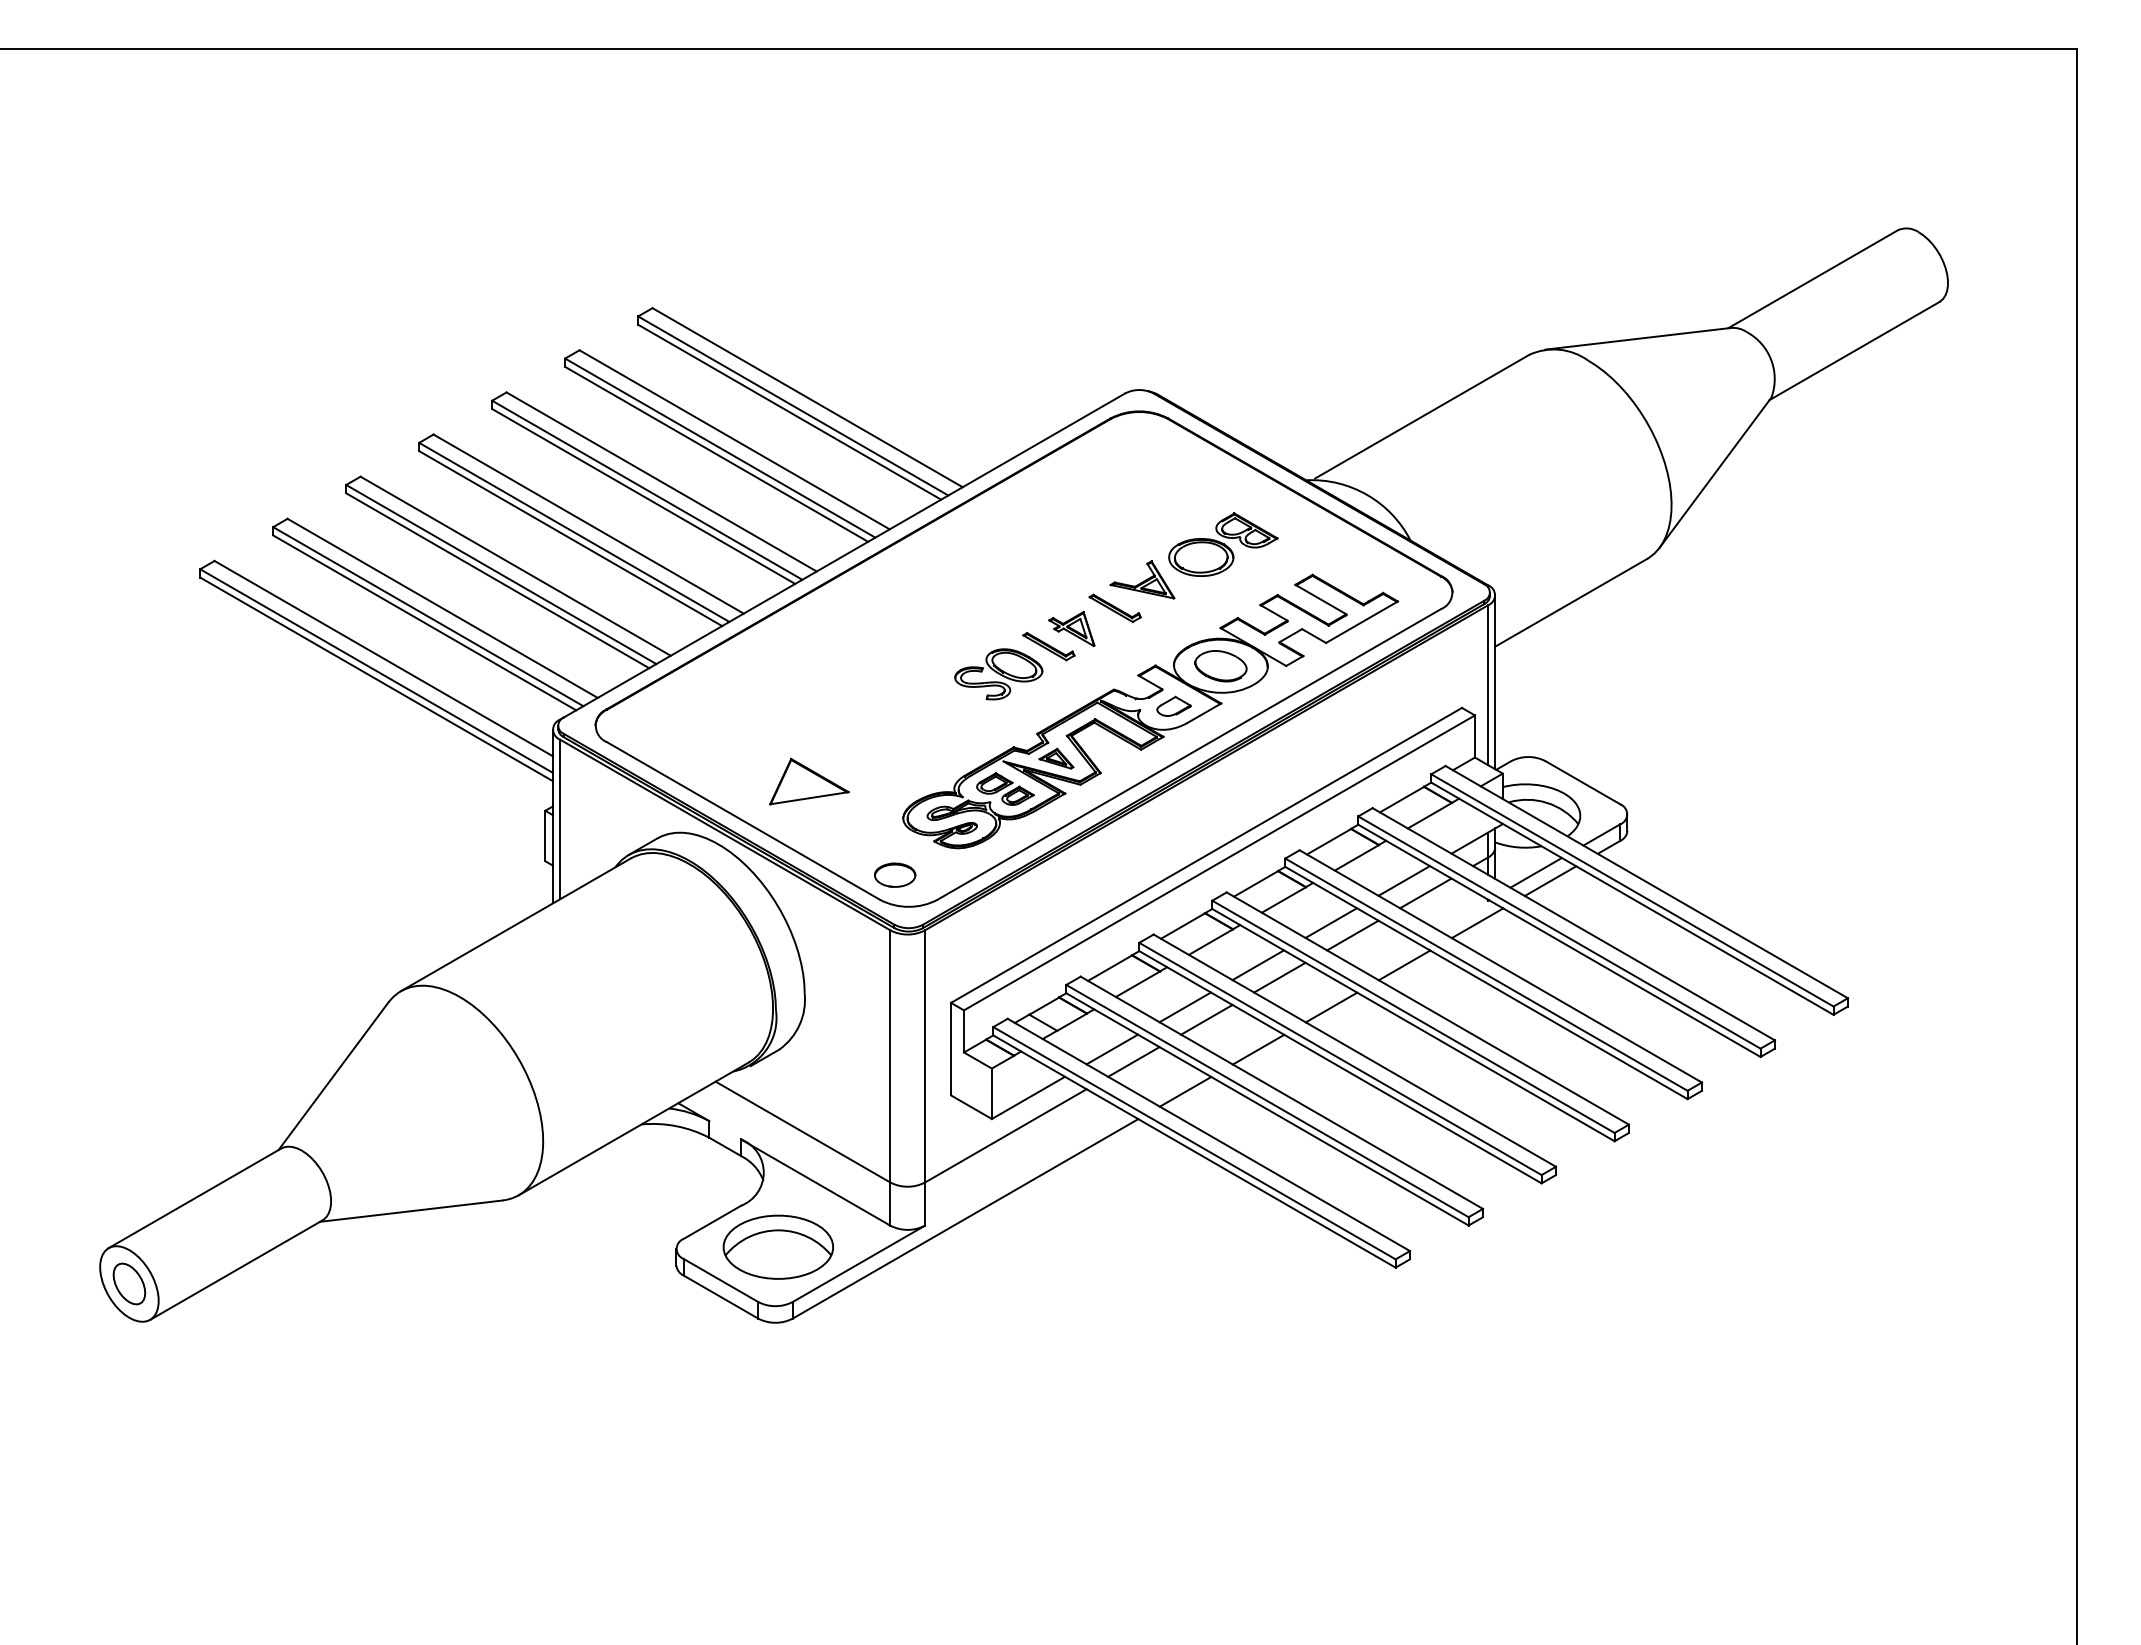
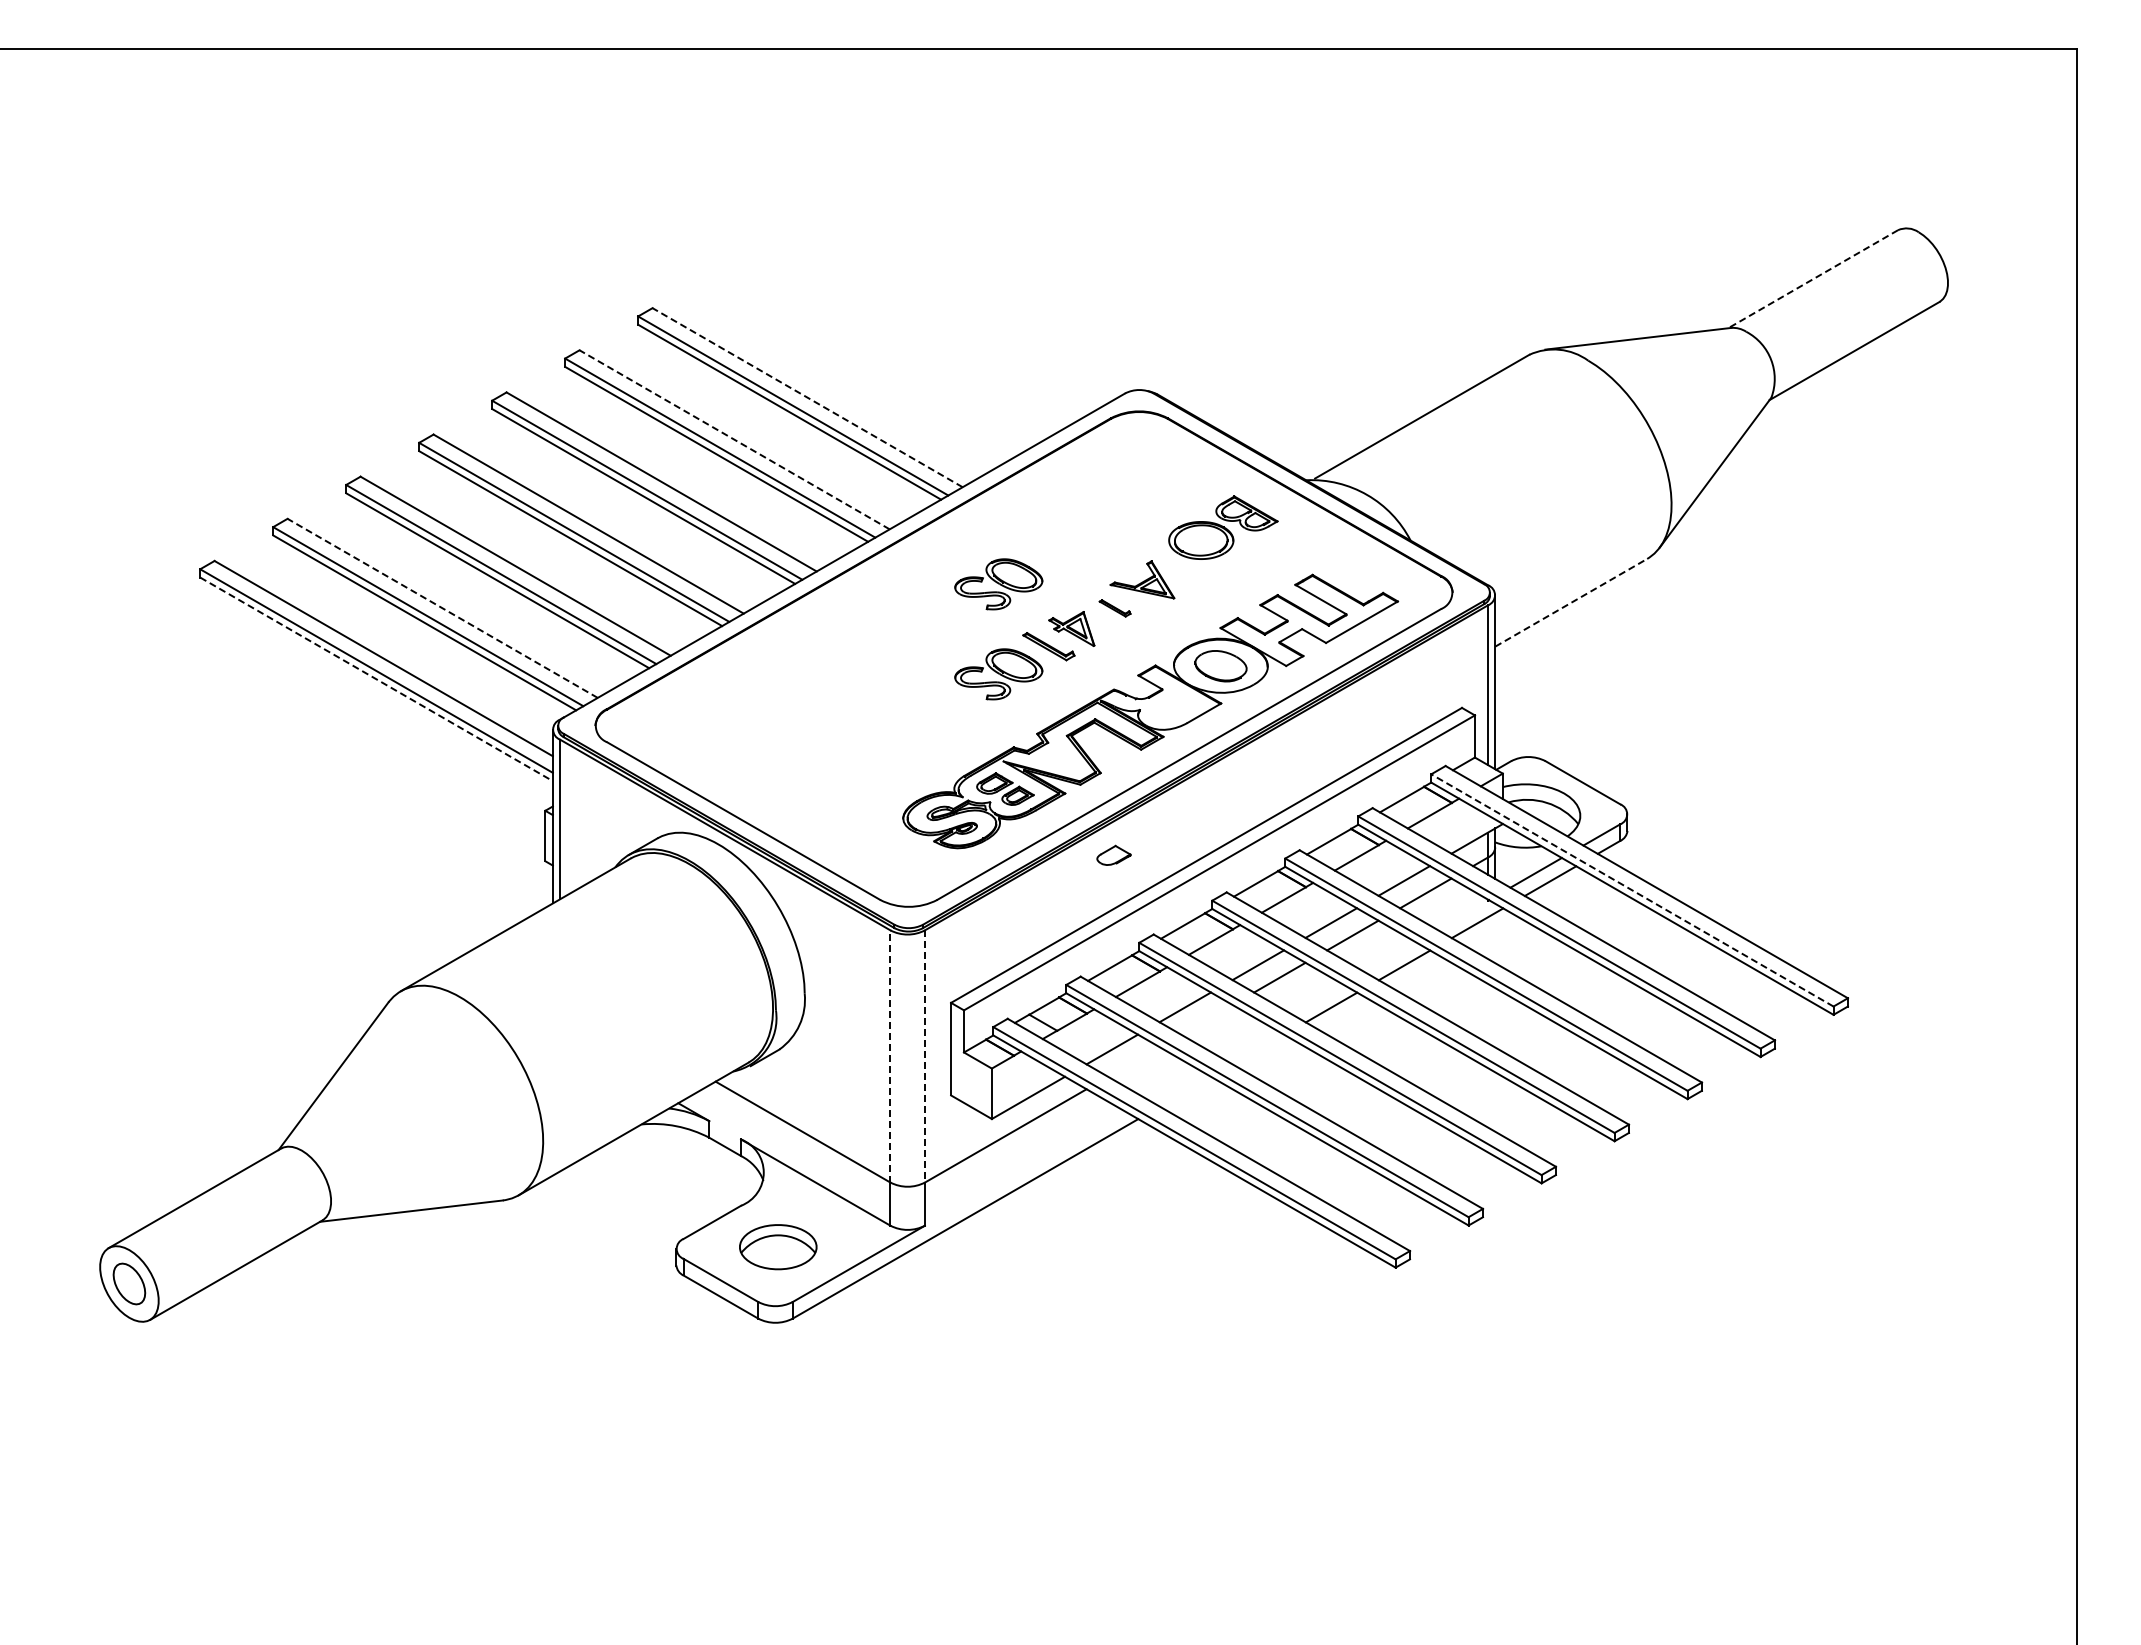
line at (1812, 279): solid -> dashed
line at (807, 397): solid -> dashed
line at (734, 439): solid -> dashed
part at (1223, 544) position: (1223, 544) -> (1223, 527)
part at (998, 584): none -> present
line at (1571, 602): solid -> dashed
line at (442, 608): solid -> dashed
part at (1114, 608) size: 54x31 px -> 34x19 px
line at (376, 679): solid -> dashed
part at (1173, 705) position: (1173, 705) -> (1113, 854)
part at (1056, 758): present -> none
part at (809, 781): present -> none
part at (895, 874): present -> none
line at (1631, 890): solid -> dashed
line at (1206, 1019): present -> none
line at (1258, 1049): present -> none
line at (890, 1055): solid -> dashed
line at (924, 1056): solid -> dashed
line at (1133, 1061): present -> none
line at (1185, 1091): present -> none
part at (777, 1246) size: 112x66 px -> 79x47 px
